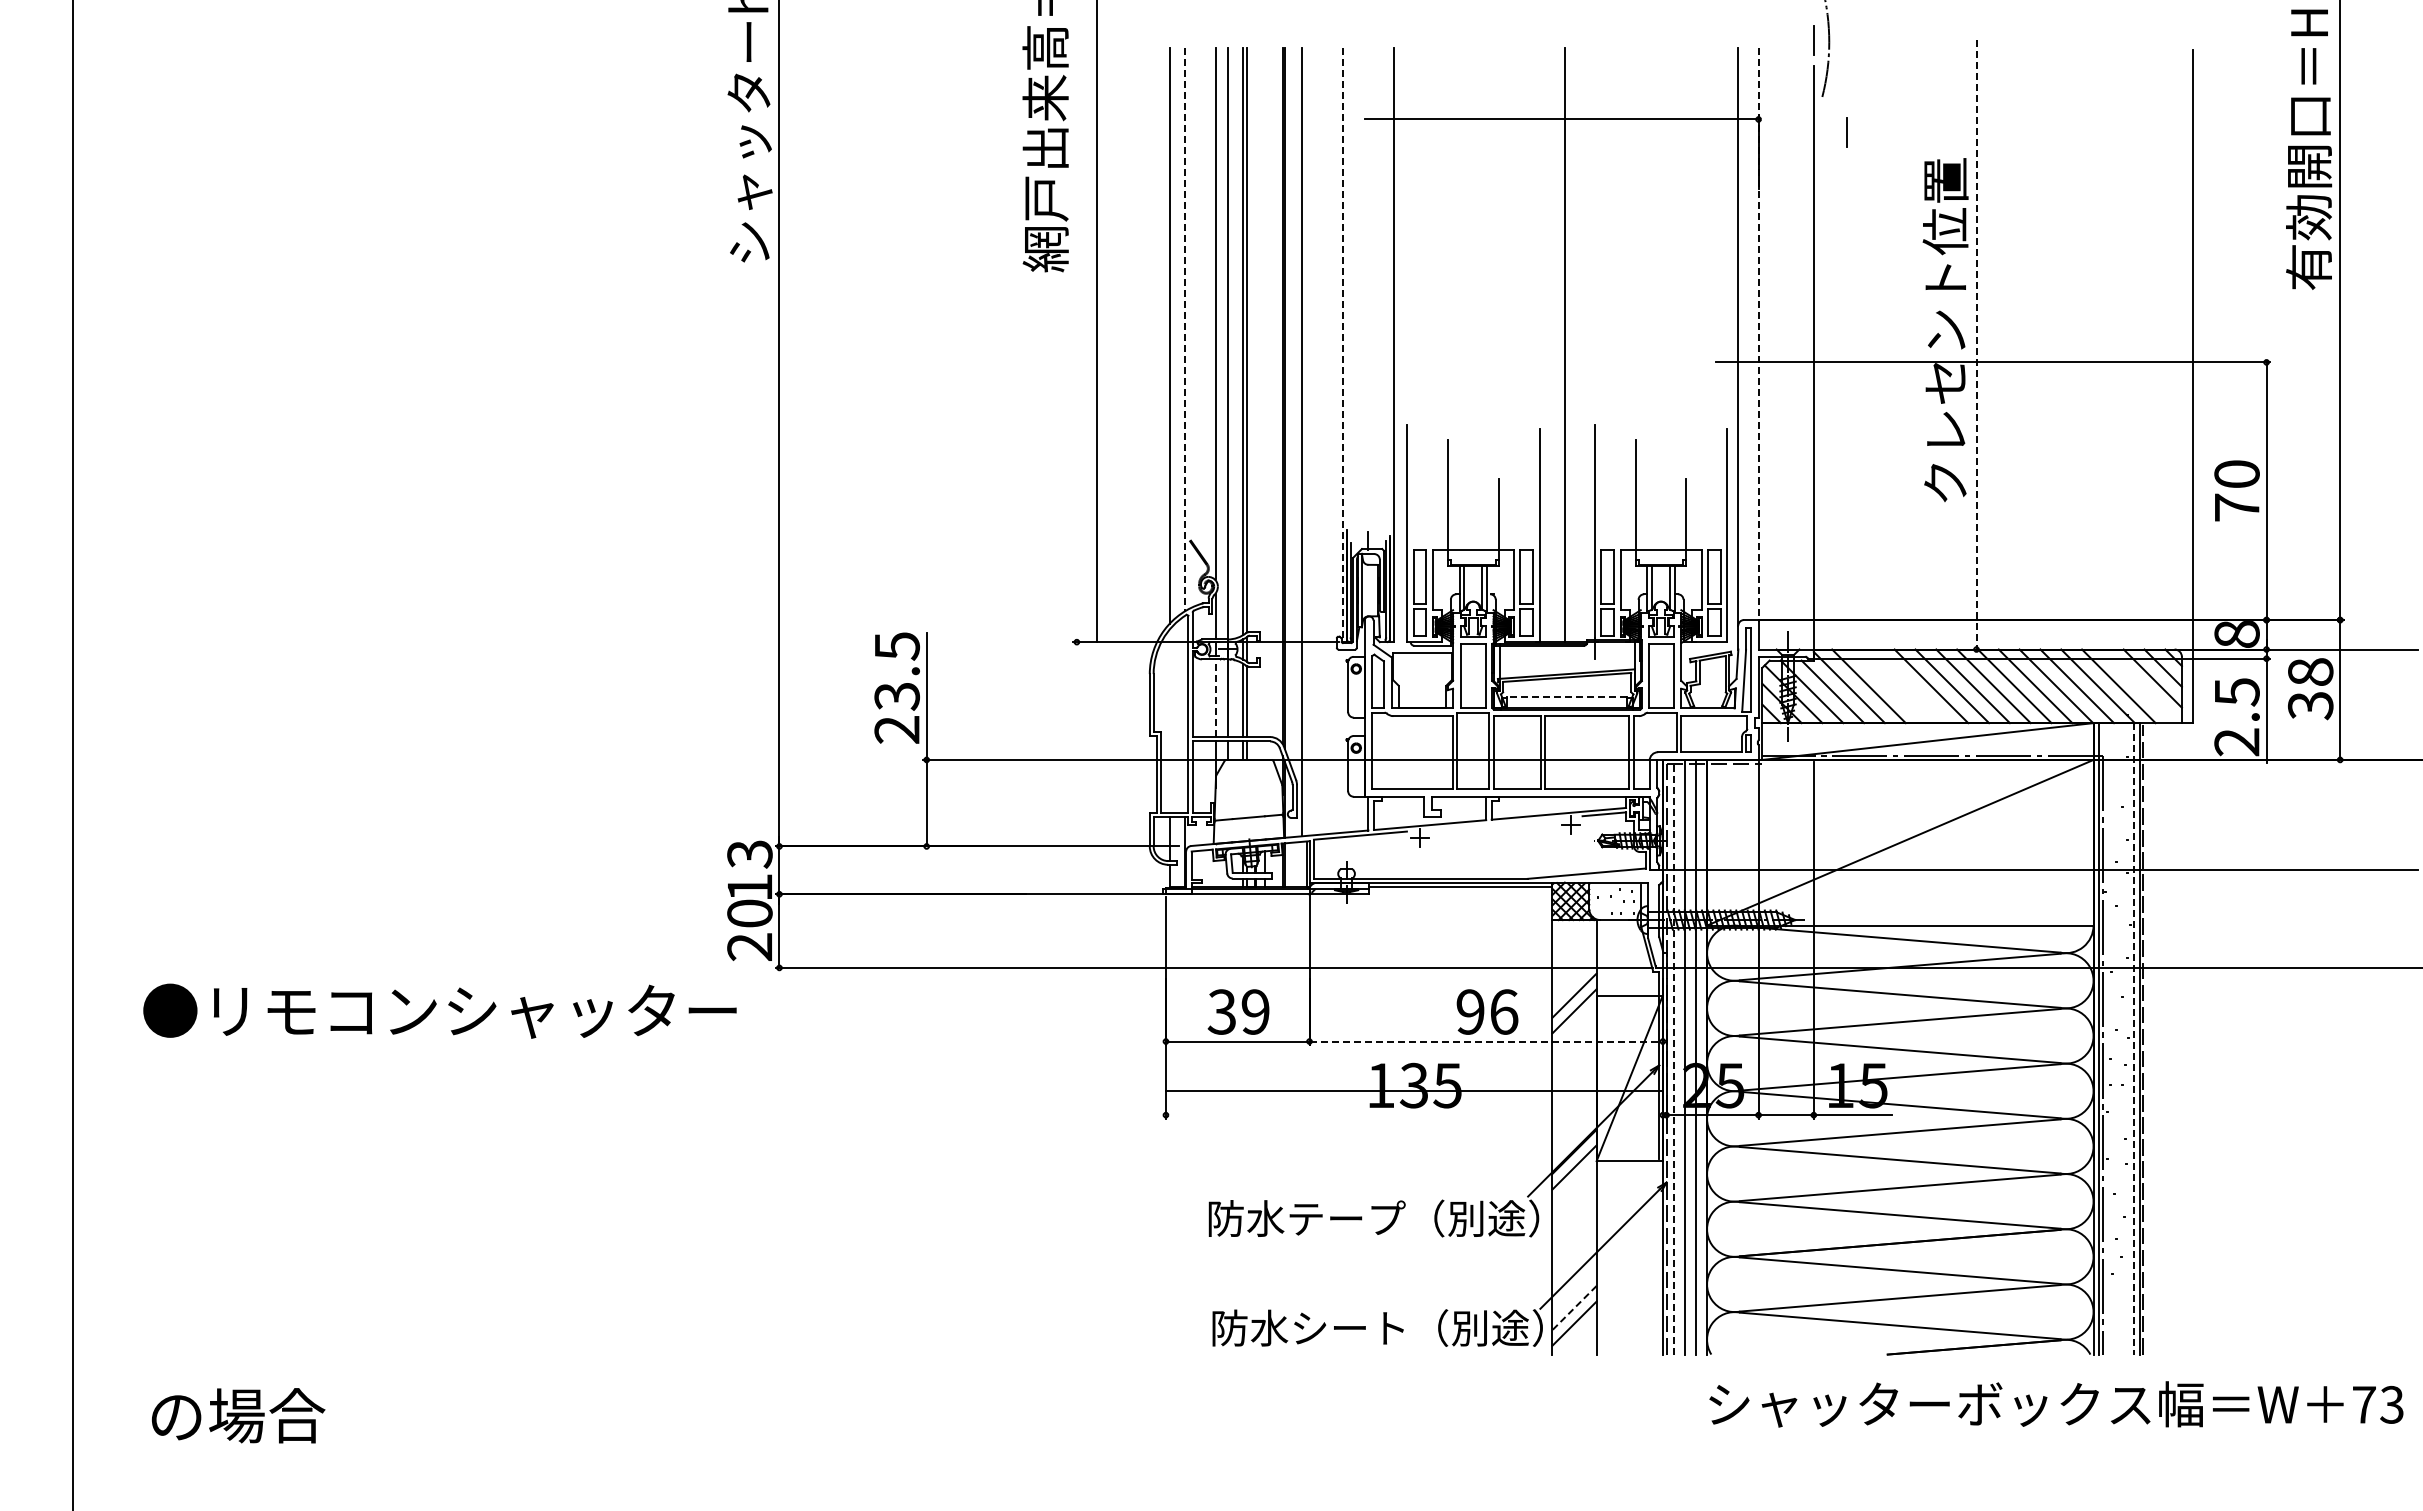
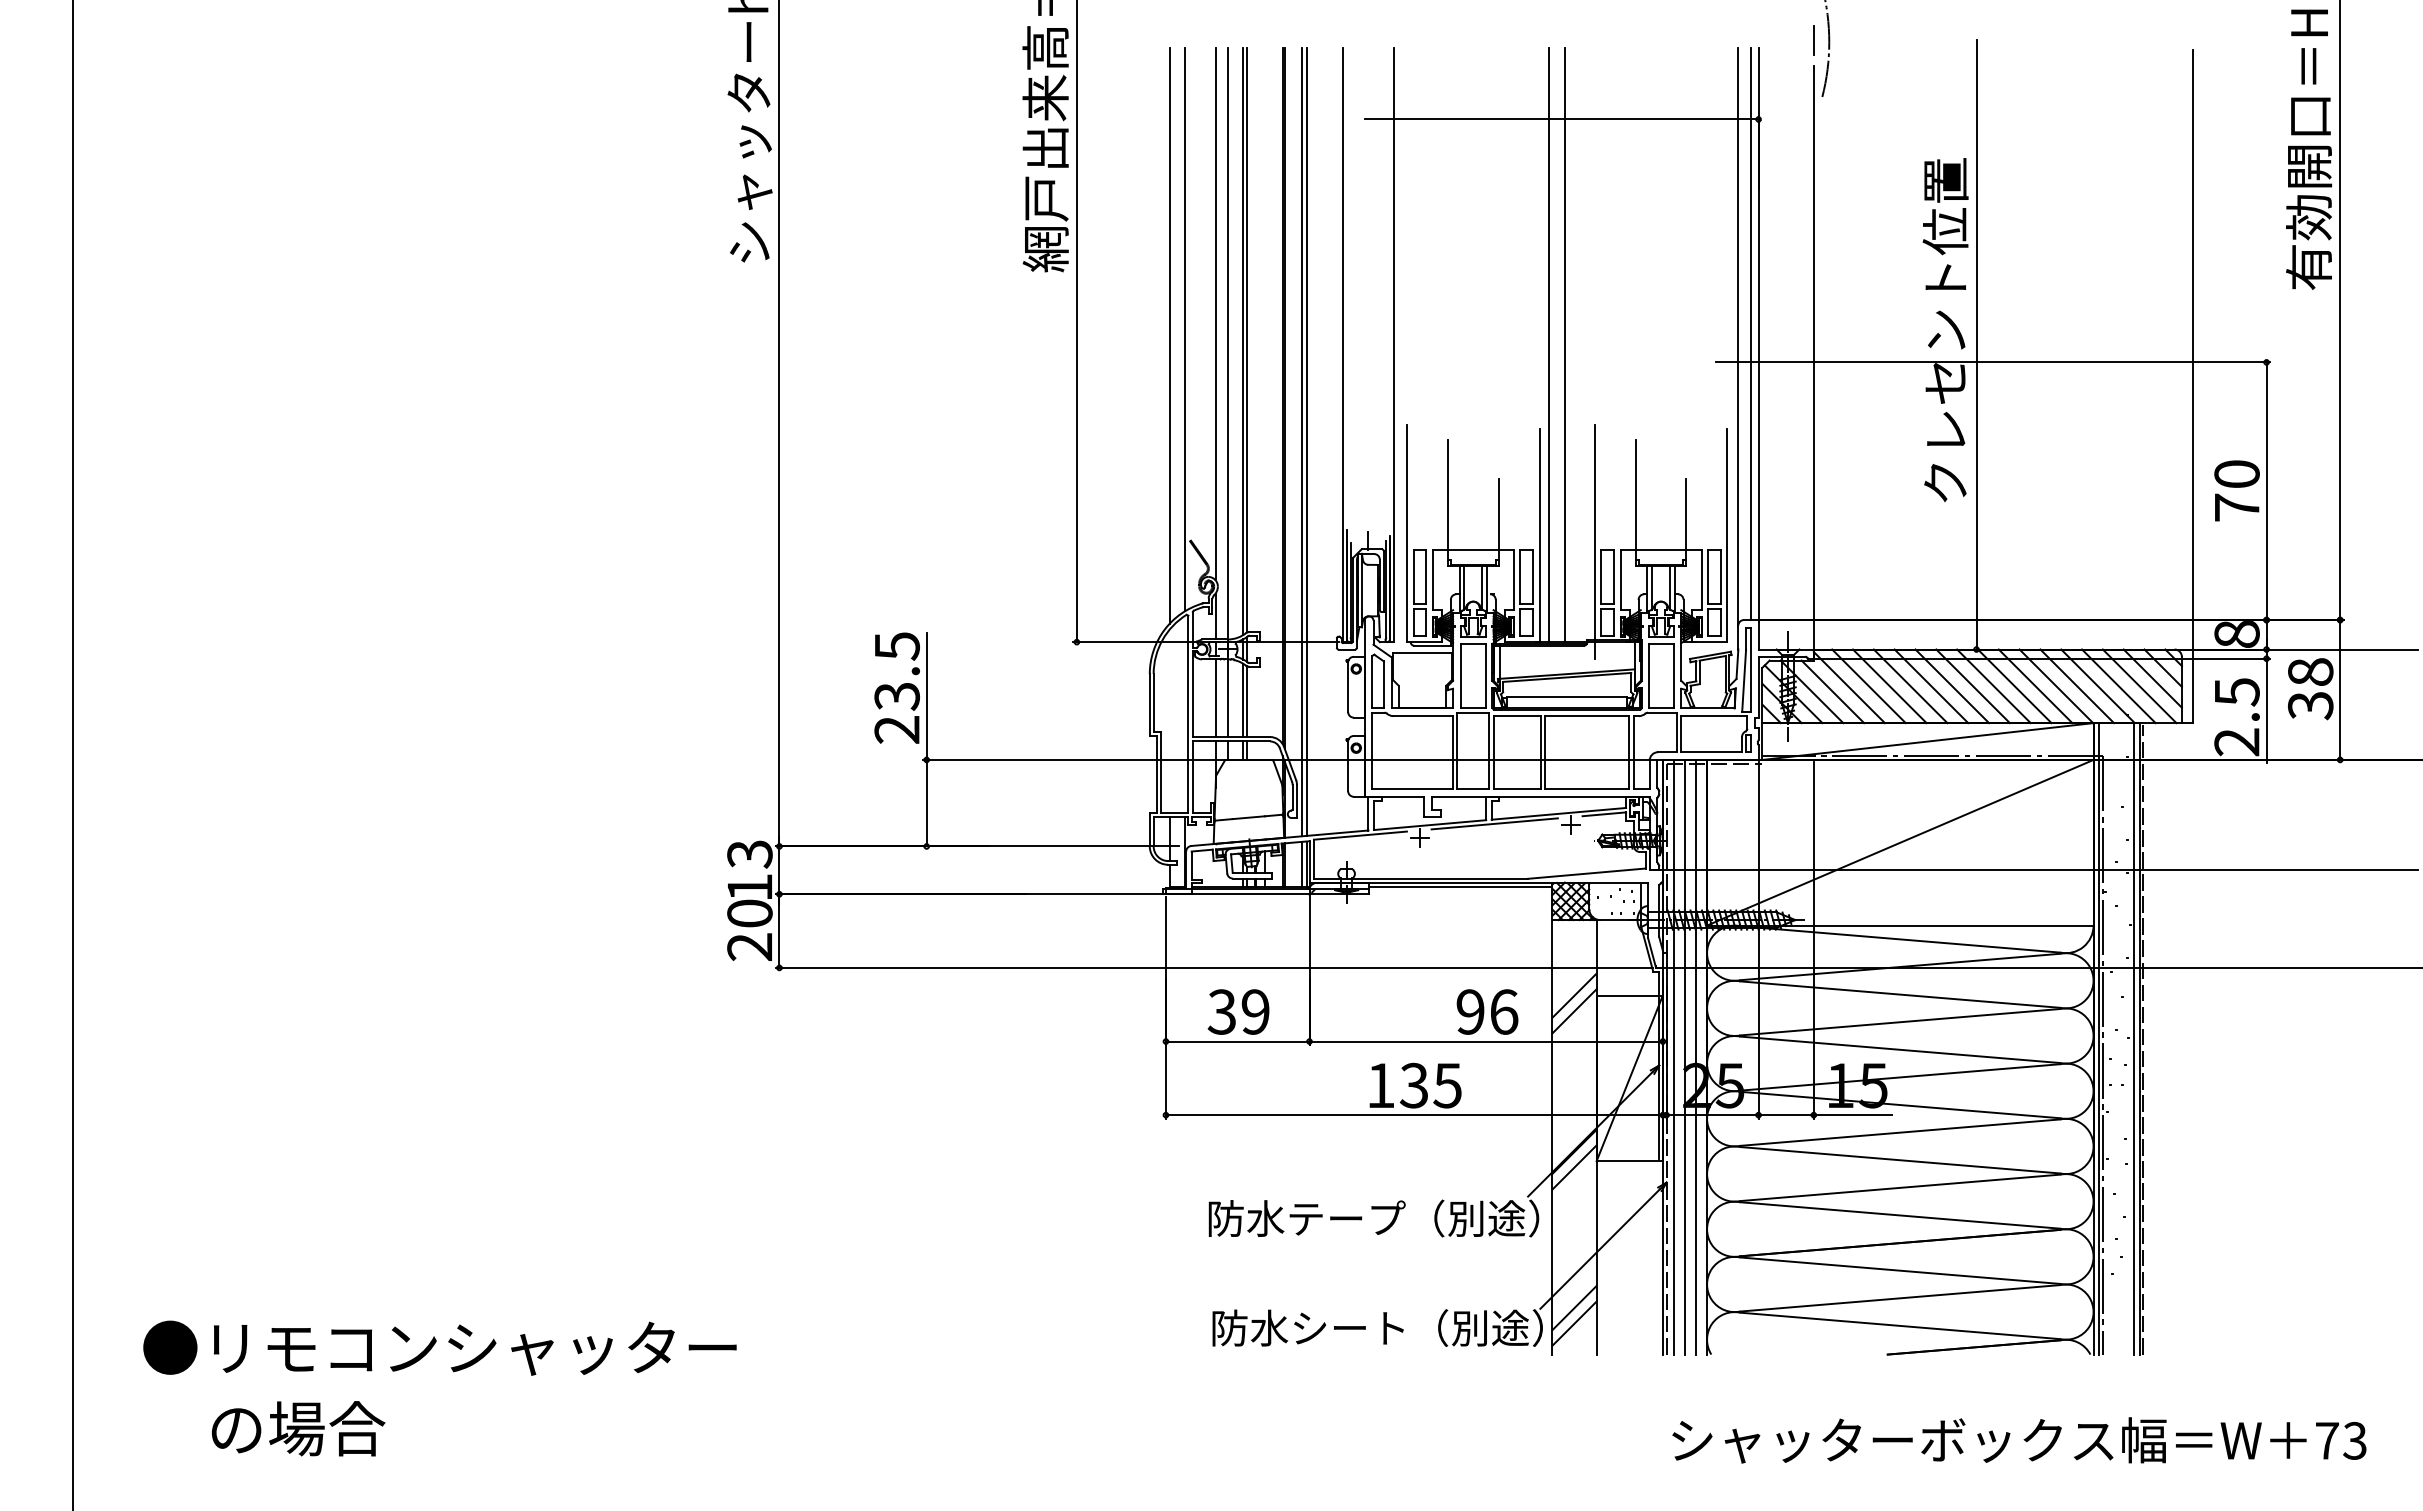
line at (1846, 132): present -> none
line at (1096, 322) position: (1096, 322) -> (1076, 322)
line at (1184, 329): dashed -> solid
line at (1751, 333): none -> present
line at (1758, 335): dashed -> solid
line at (1548, 344): none -> present
line at (1976, 344): dashed -> solid
line at (1342, 345): dashed -> solid
line at (1306, 441): none -> present
line at (1889, 686): none -> present
line at (1910, 686): none -> present
line at (2139, 686): none -> present
line at (1566, 696): dashed -> solid
line at (1215, 698): dashed -> solid
line at (1494, 823): none -> present
line at (1302, 863): none -> present
text at (439, 1010) position: (439, 1010) -> (439, 1347)
line at (2134, 1038): dashed -> solid
line at (1486, 1041): dashed -> solid
line at (1673, 1056): dashed -> solid
line at (1413, 1091) position: (1413, 1091) -> (1413, 1115)
line at (1574, 1308): dashed -> solid
text at (2056, 1404) position: (2056, 1404) -> (2019, 1440)
text at (238, 1415) position: (238, 1415) -> (298, 1428)
